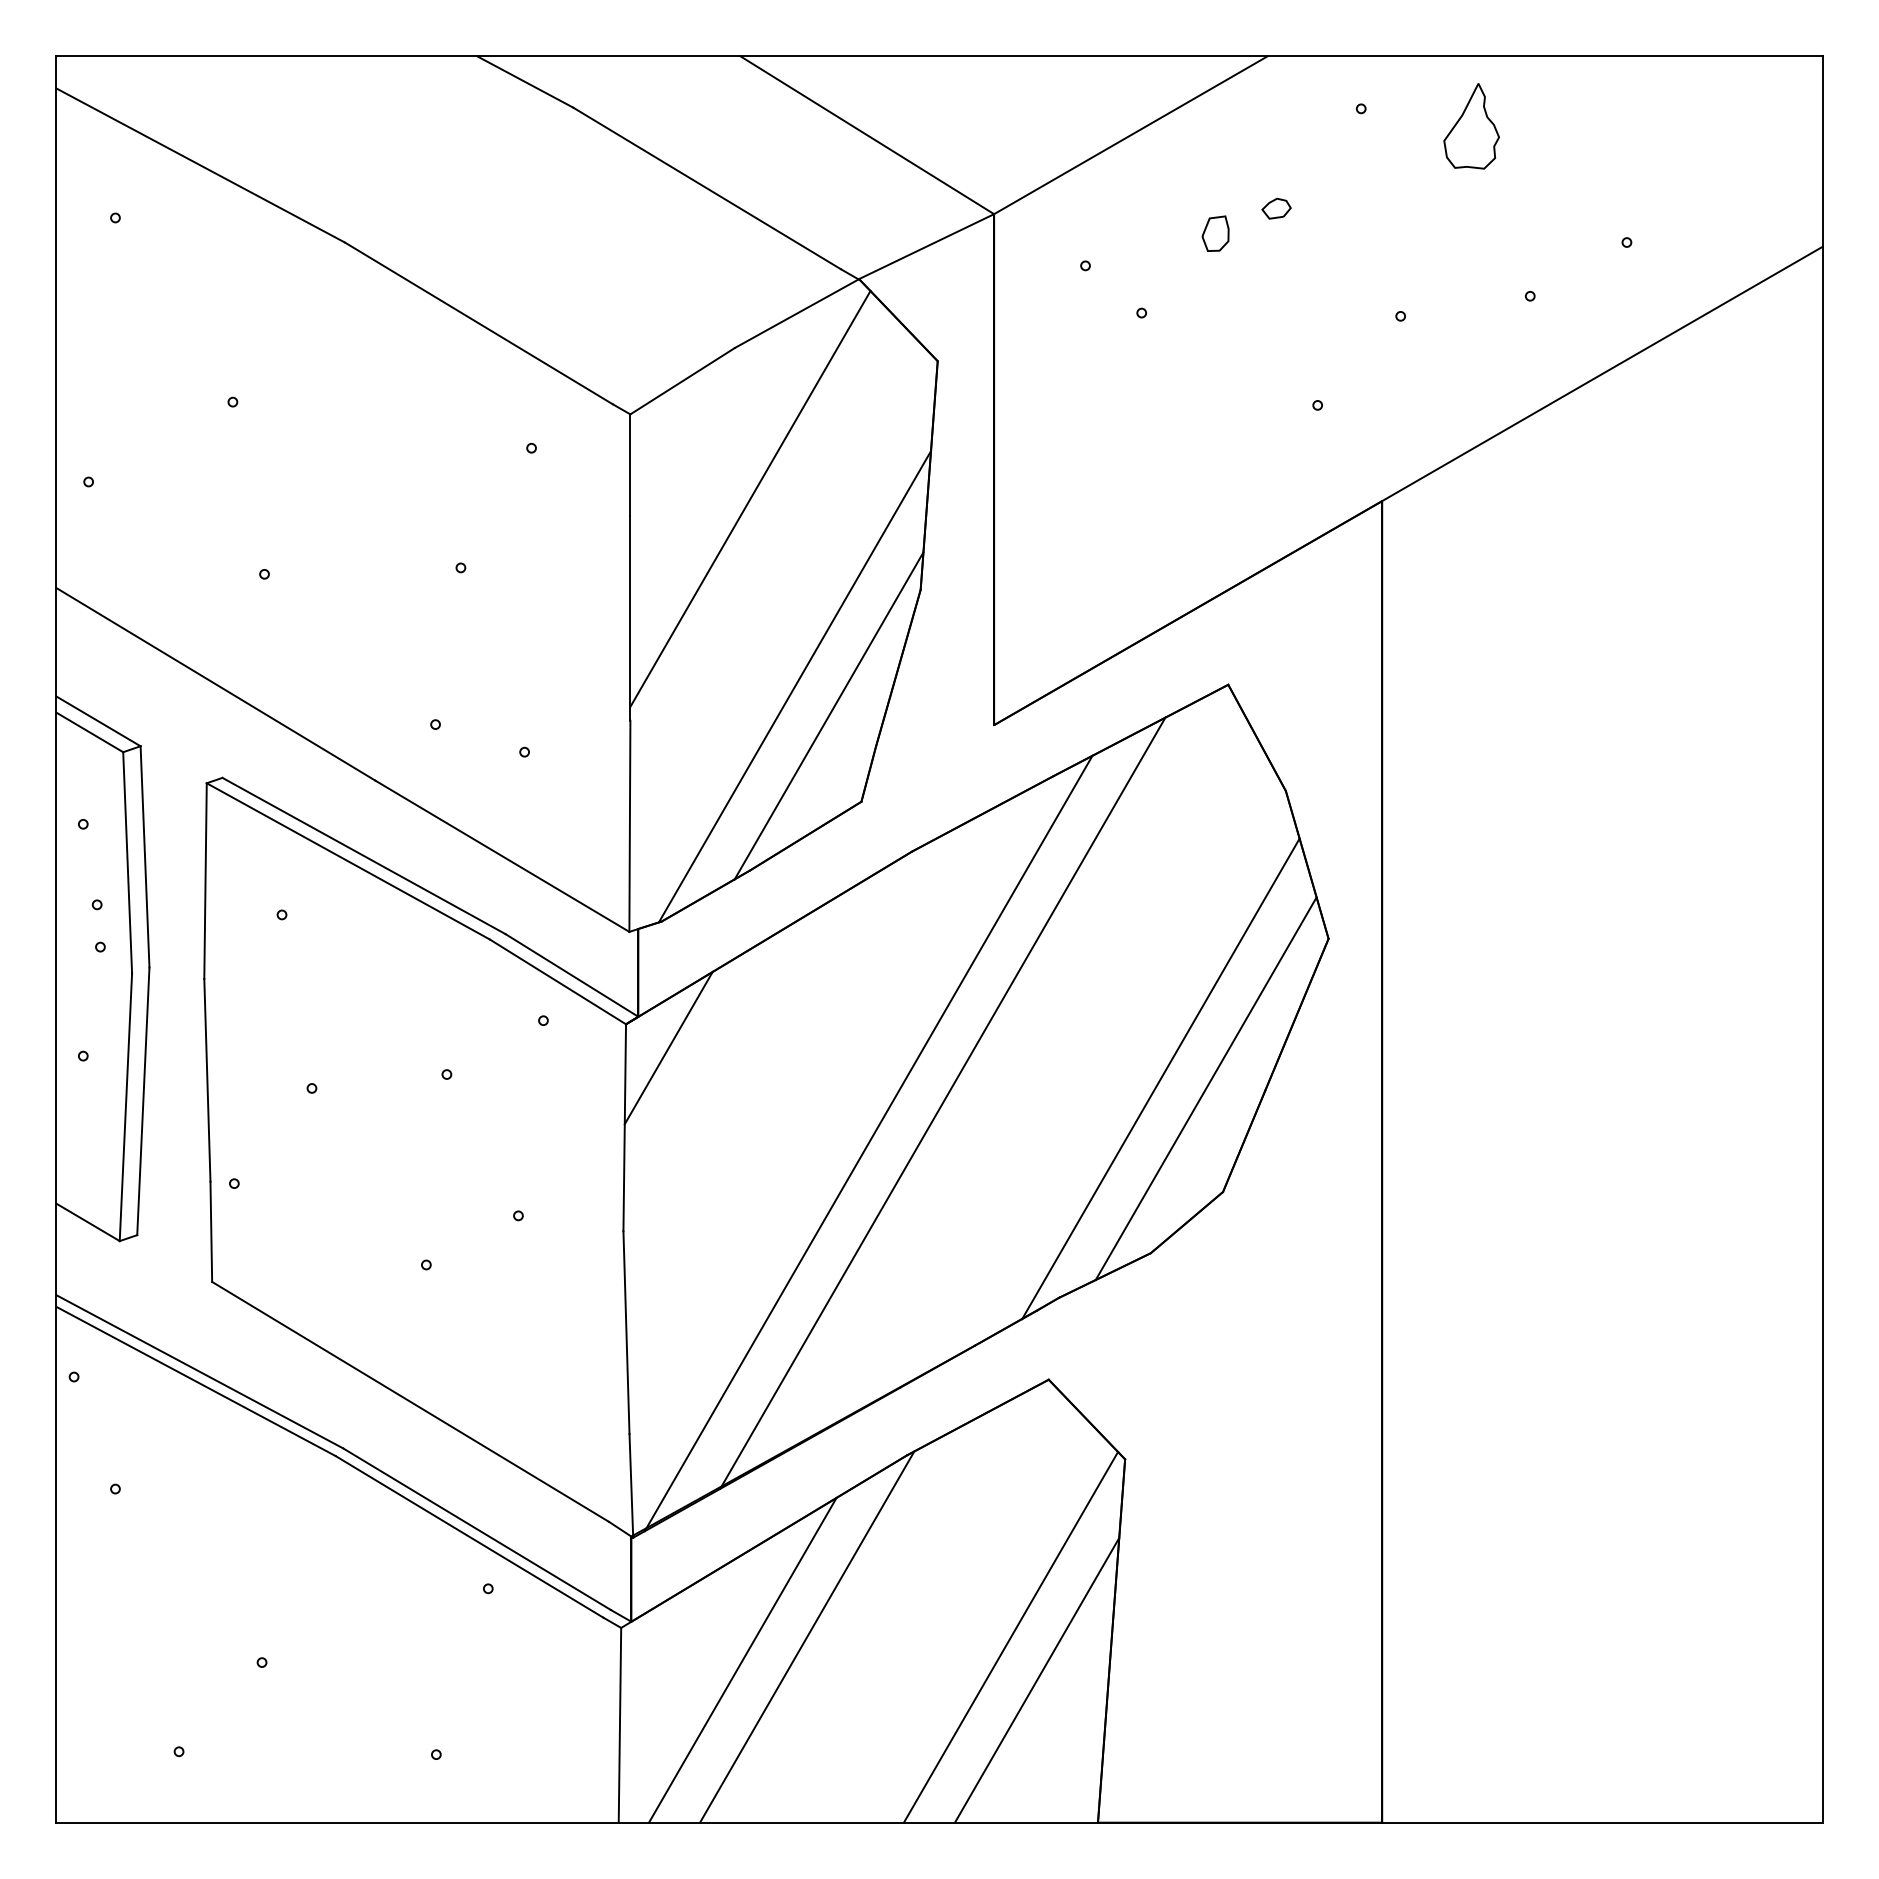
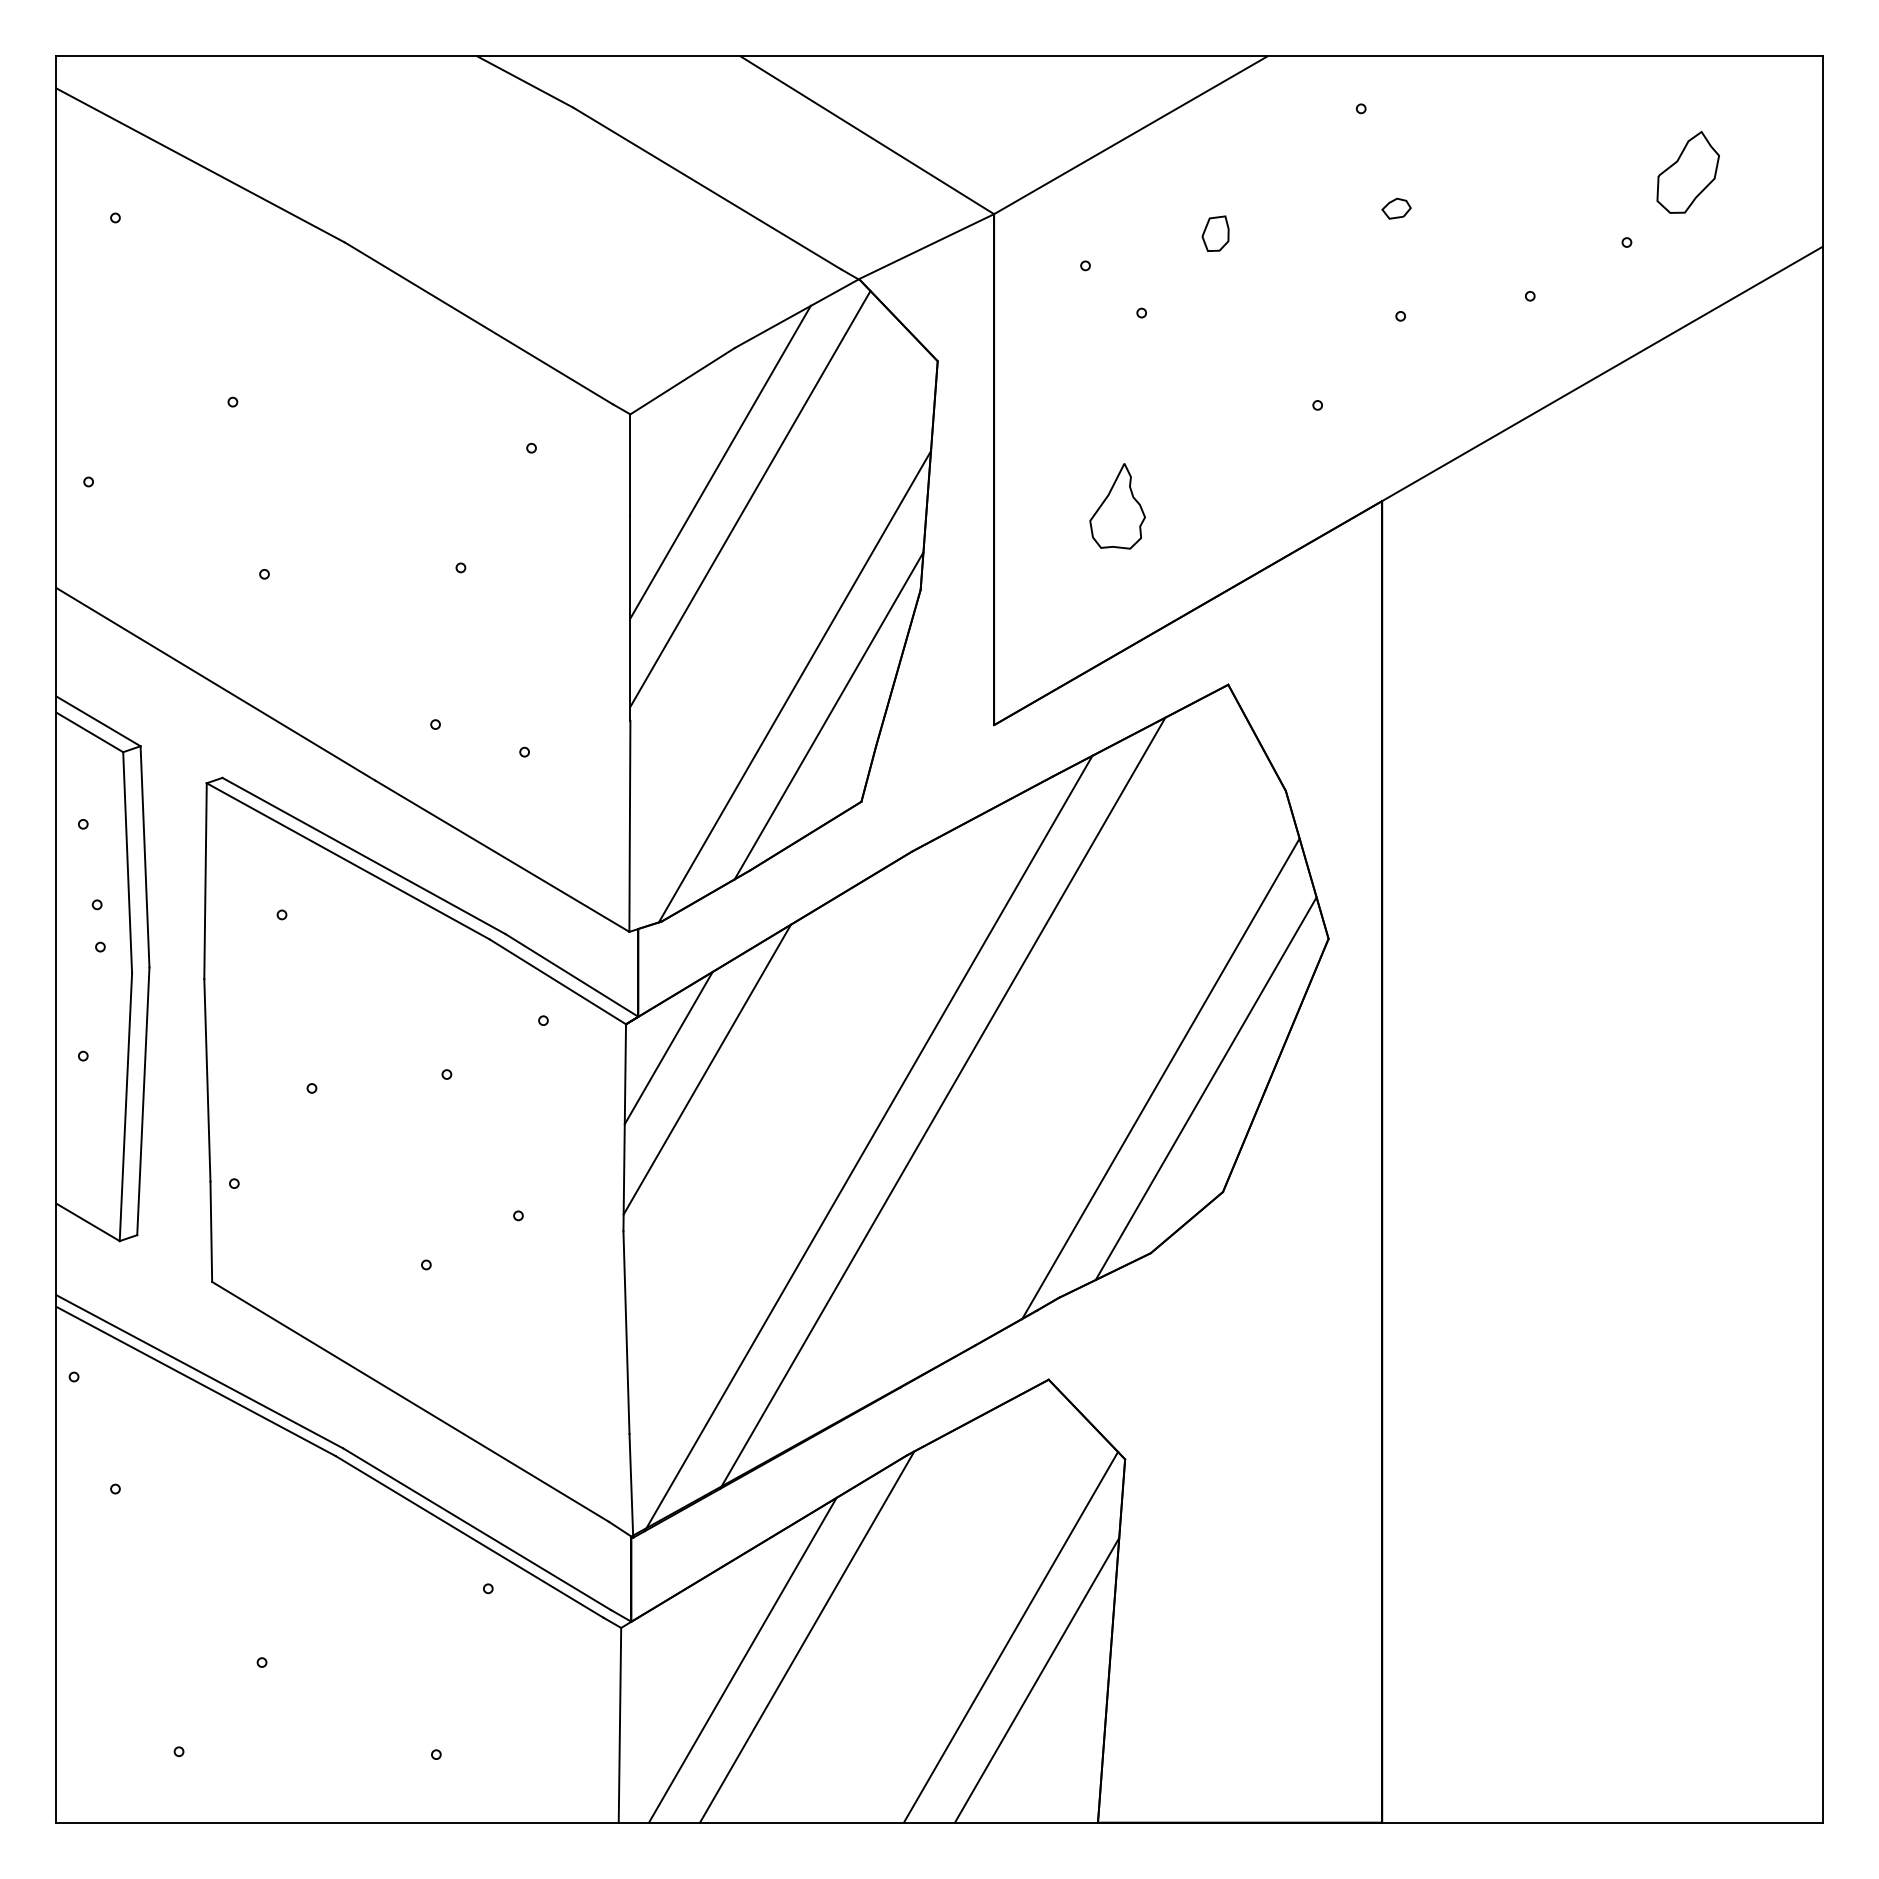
part at (1471, 126) position: (1471, 126) -> (1117, 506)
part at (1687, 171): none -> present
part at (1276, 208) position: (1276, 208) -> (1396, 208)
line at (720, 461): none -> present
line at (707, 1069): none -> present
